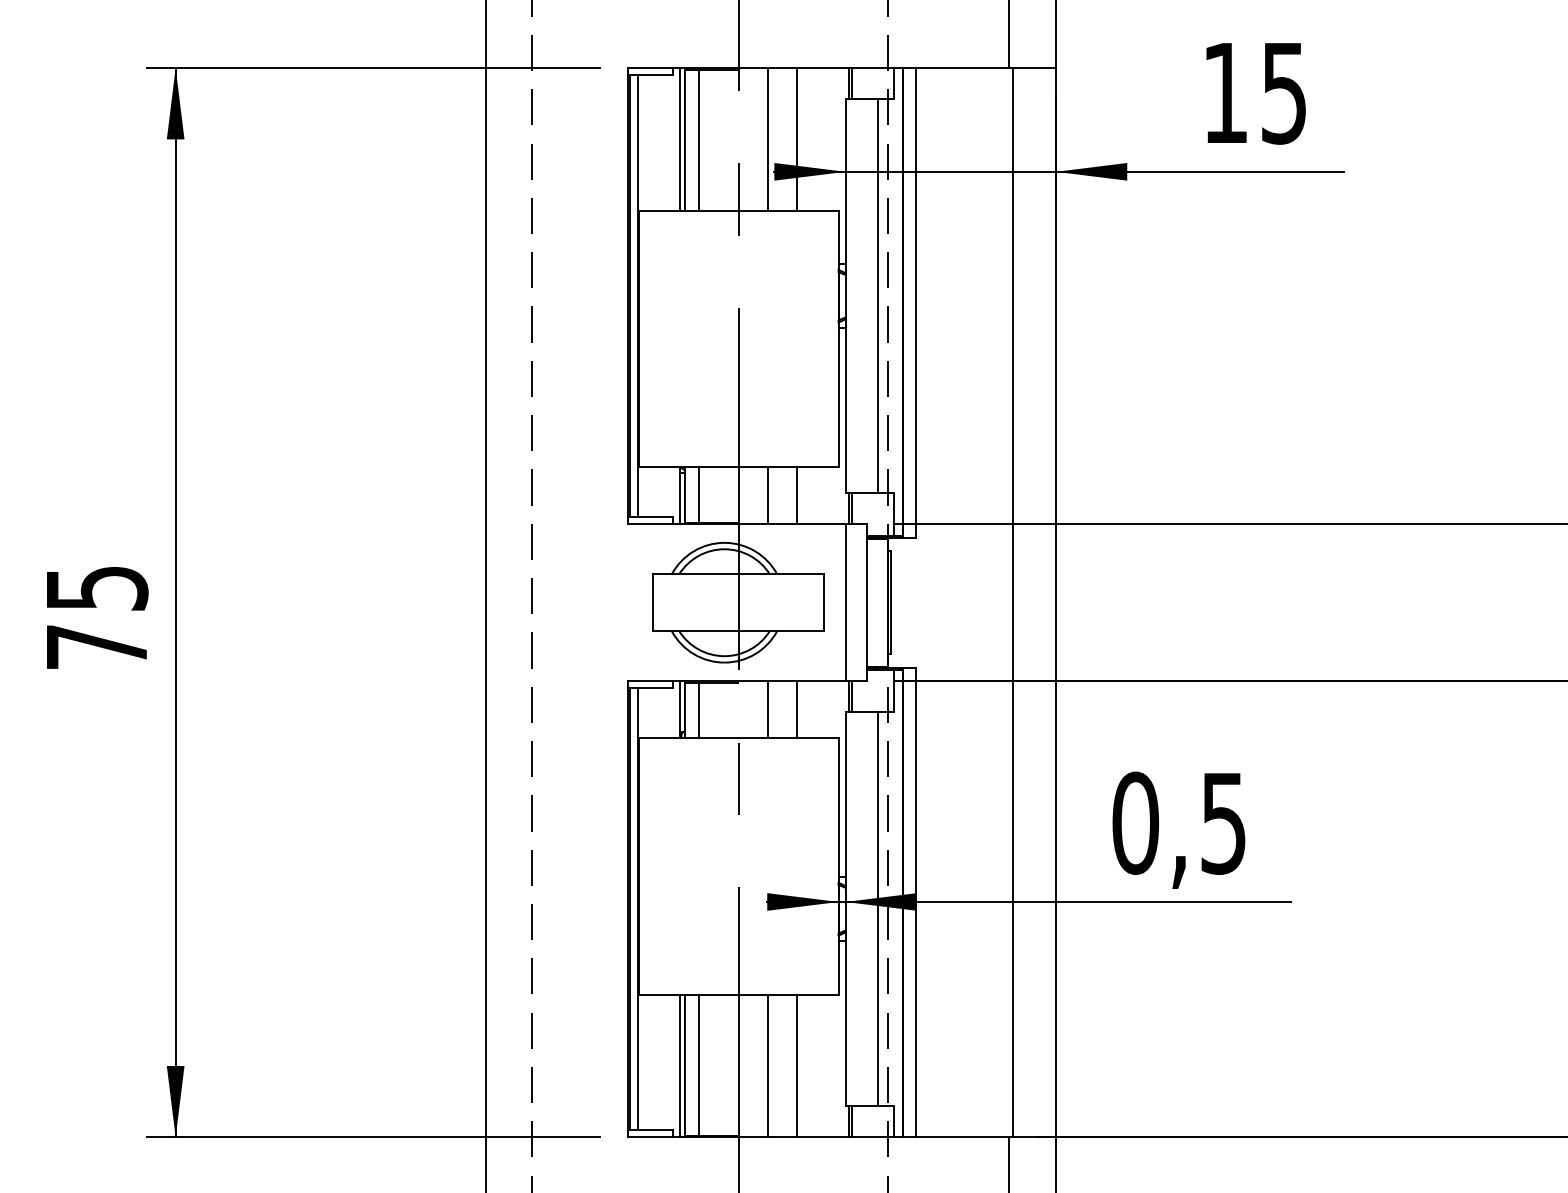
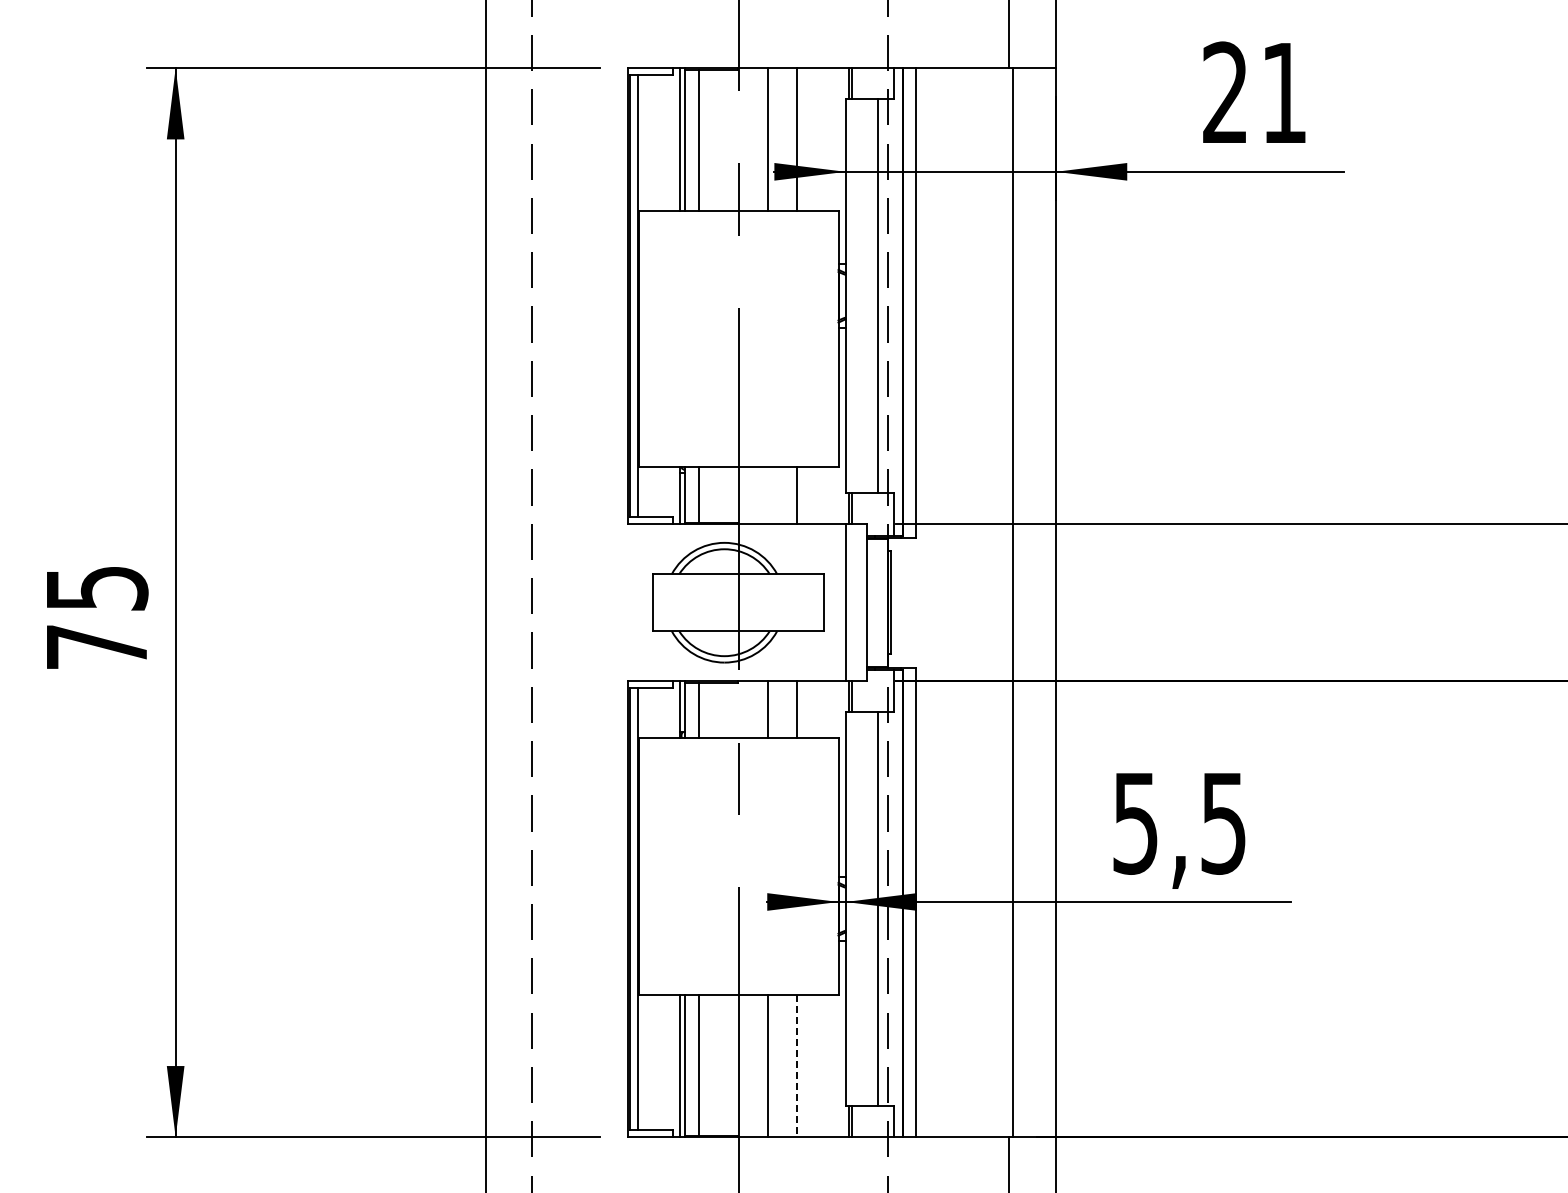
text at (1254, 92): 15 -> 21
line at (768, 495): present -> none
text at (1135, 822): 0,5 -> 5,5
line at (797, 1066): solid -> dashed
